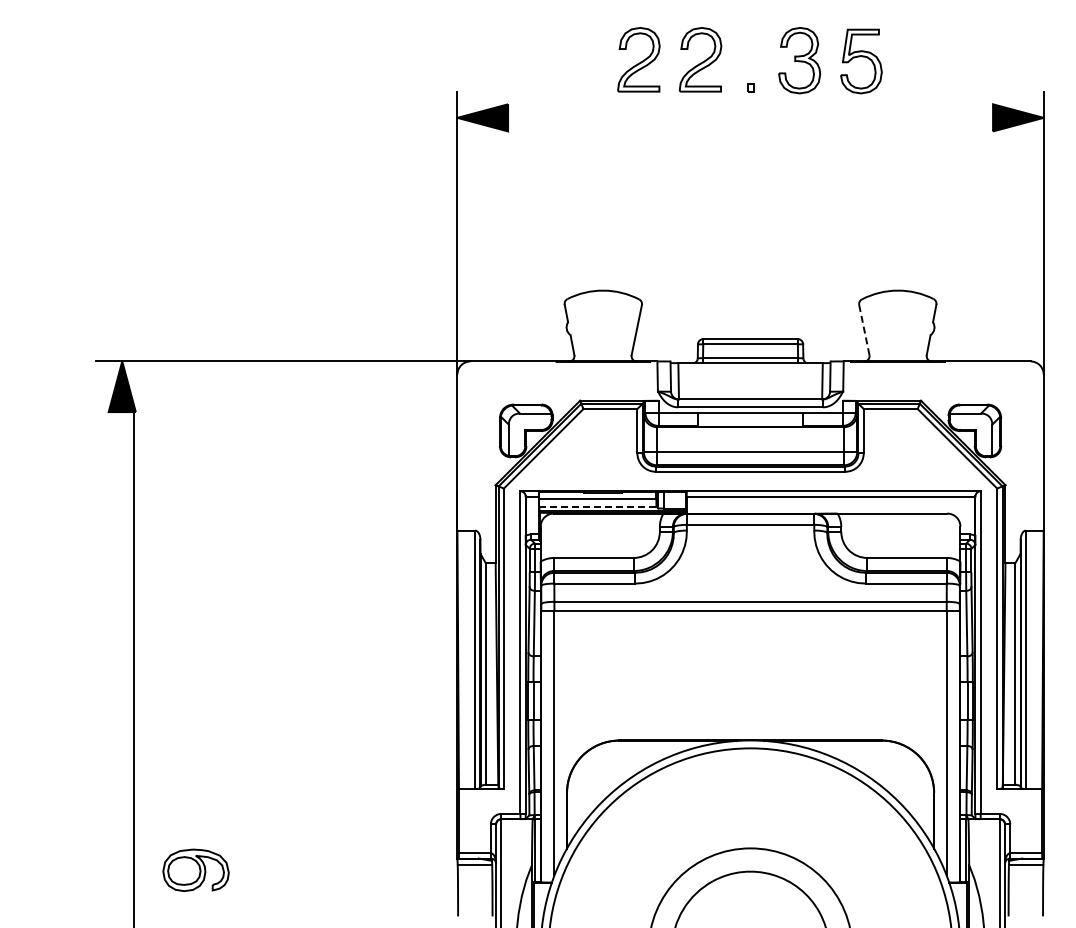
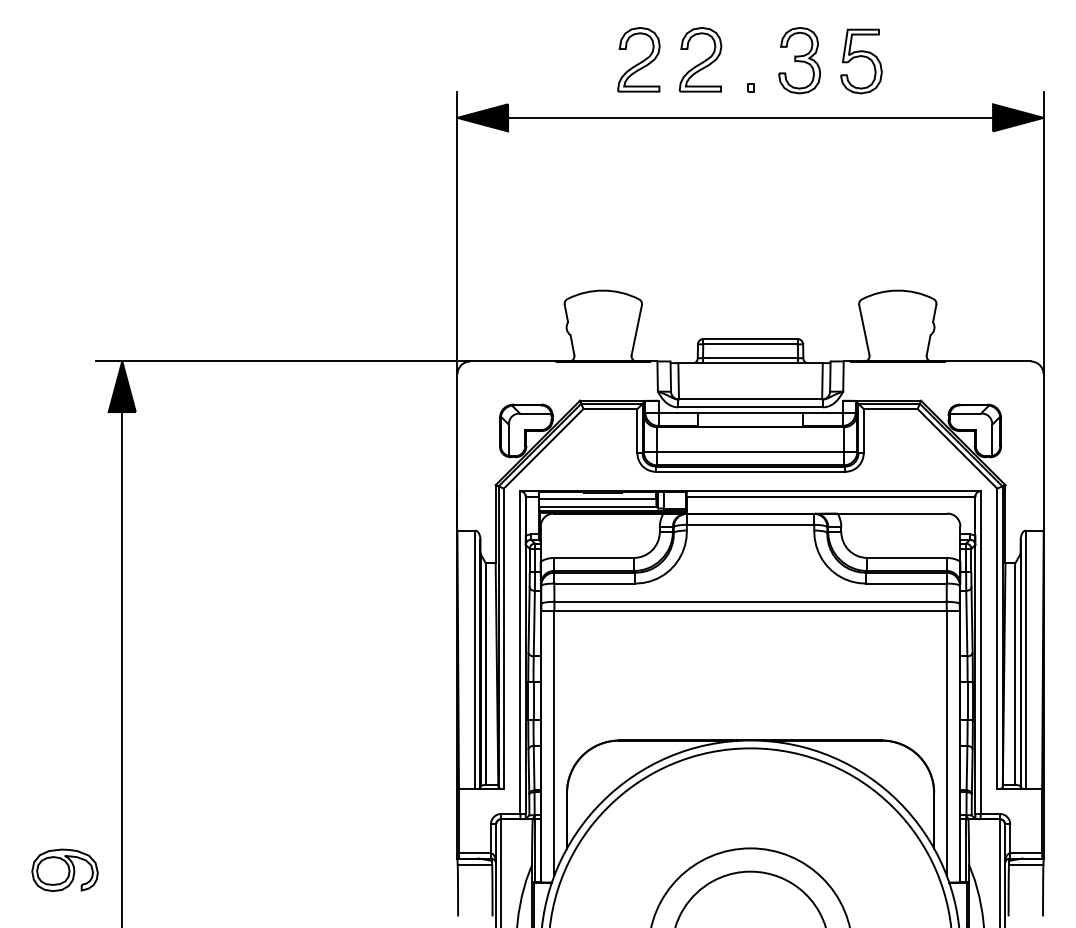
line at (750, 117): none -> present
line at (864, 330): dashed -> solid
line at (597, 506): dashed -> solid
line at (134, 668) position: (134, 668) -> (122, 668)
part at (195, 869) position: (195, 869) -> (64, 869)
